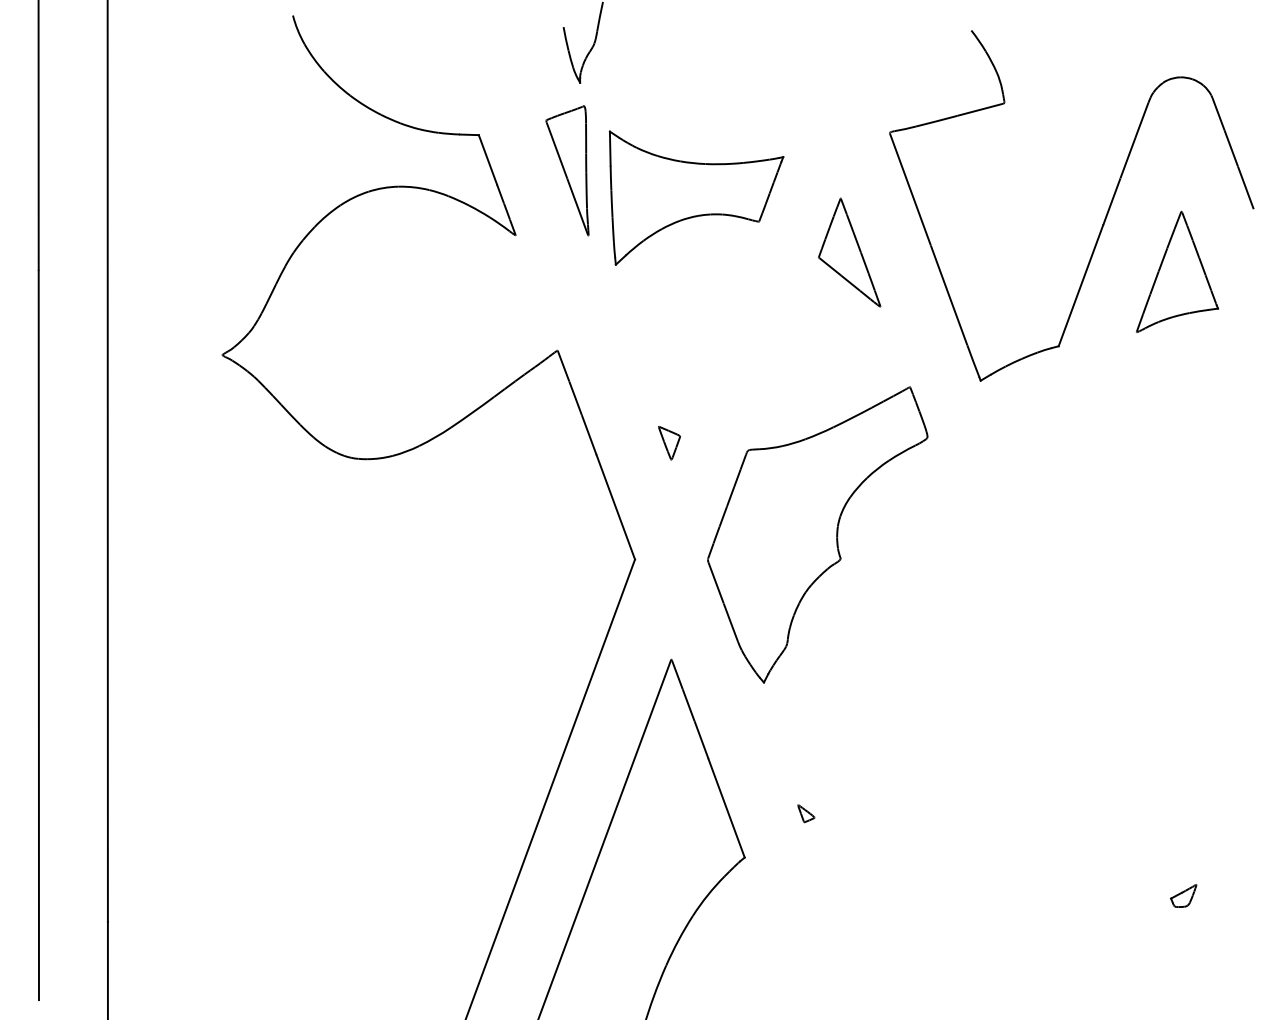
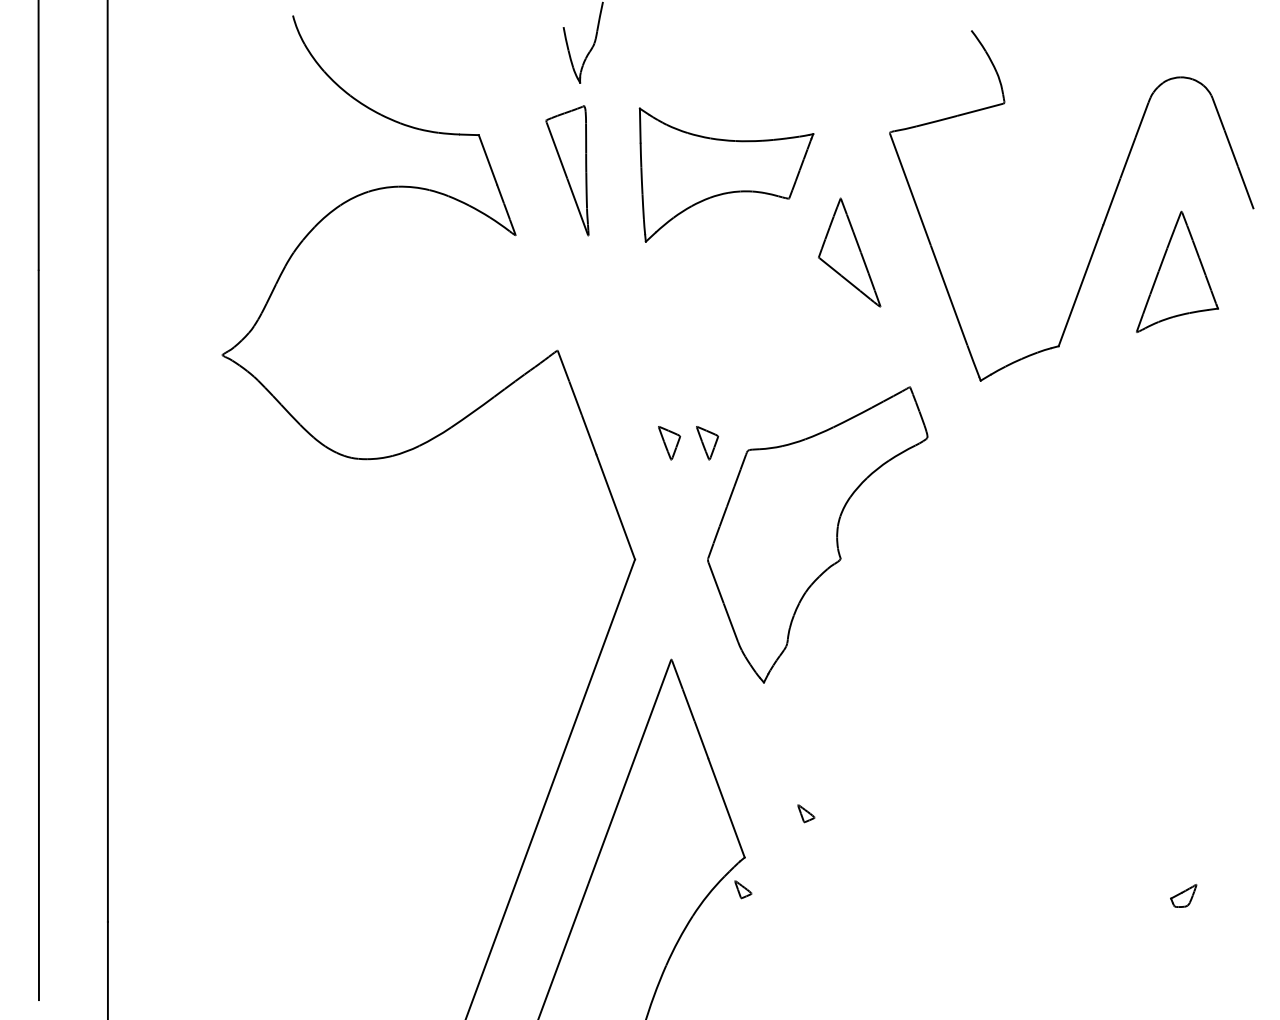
part at (696, 197) position: (696, 197) -> (726, 174)
part at (707, 443): none -> present
part at (743, 889): none -> present
